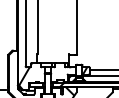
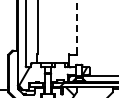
line at (77, 27): solid -> dashed
line at (102, 70): present -> none
